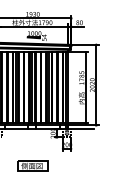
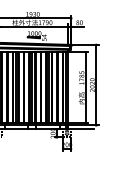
part at (32, 165): present -> none
